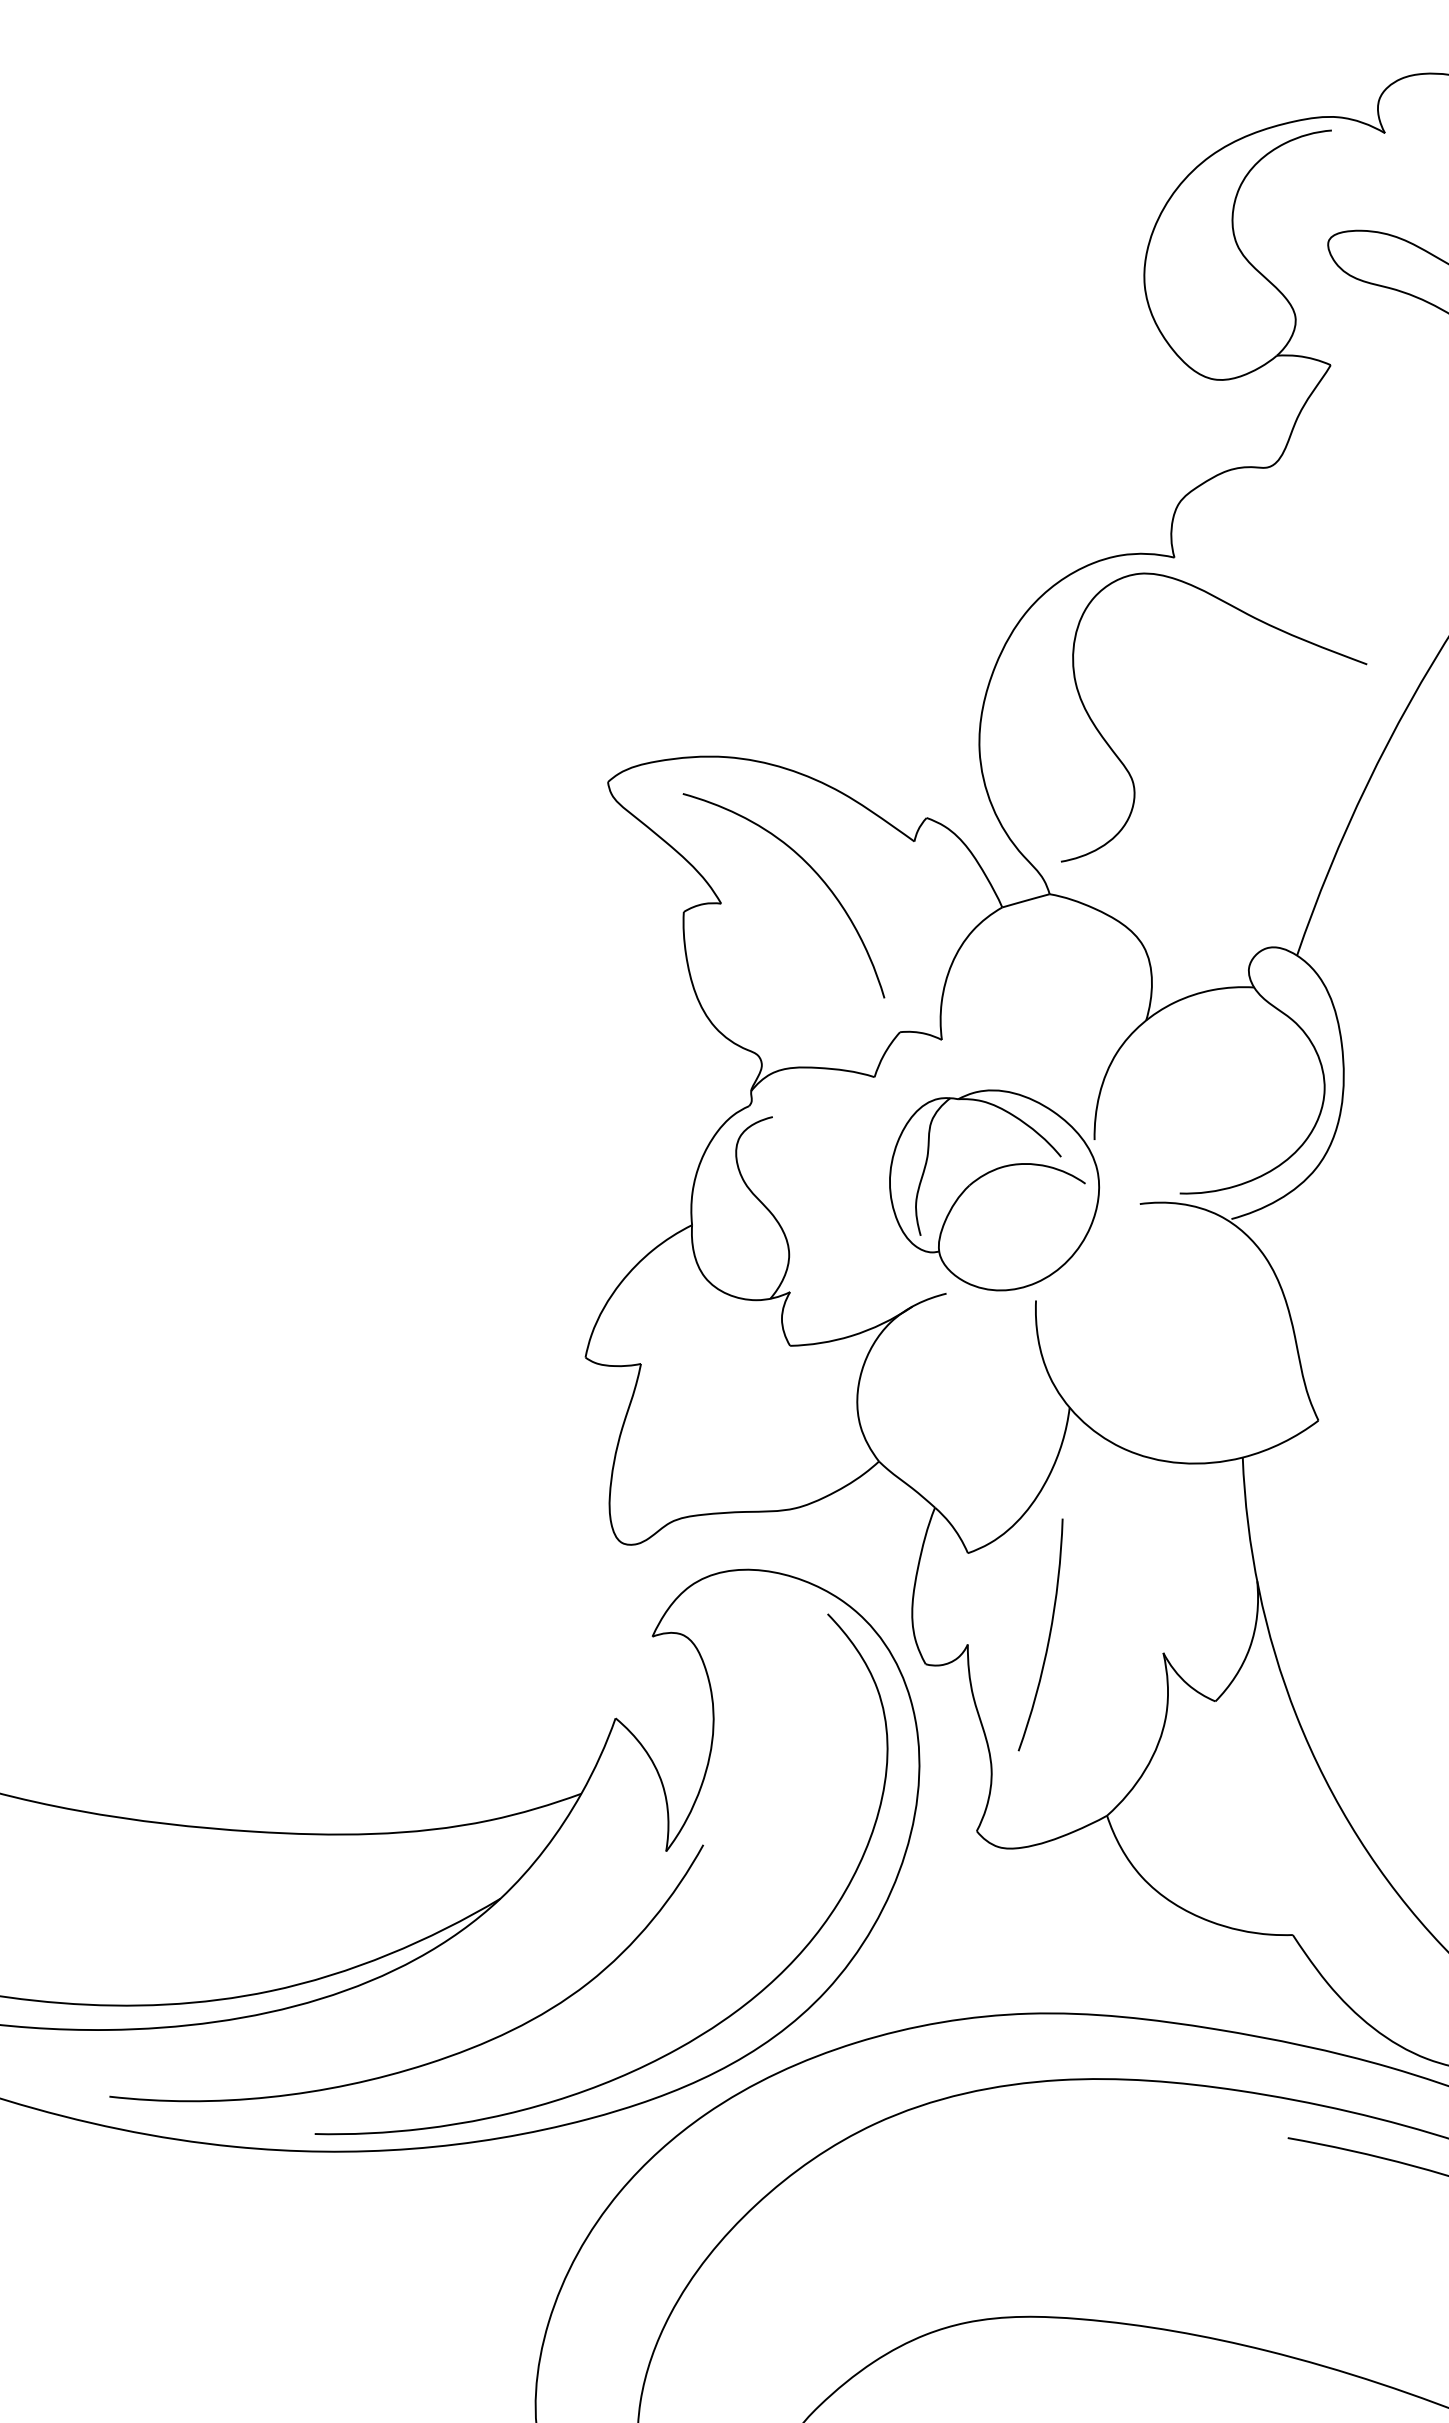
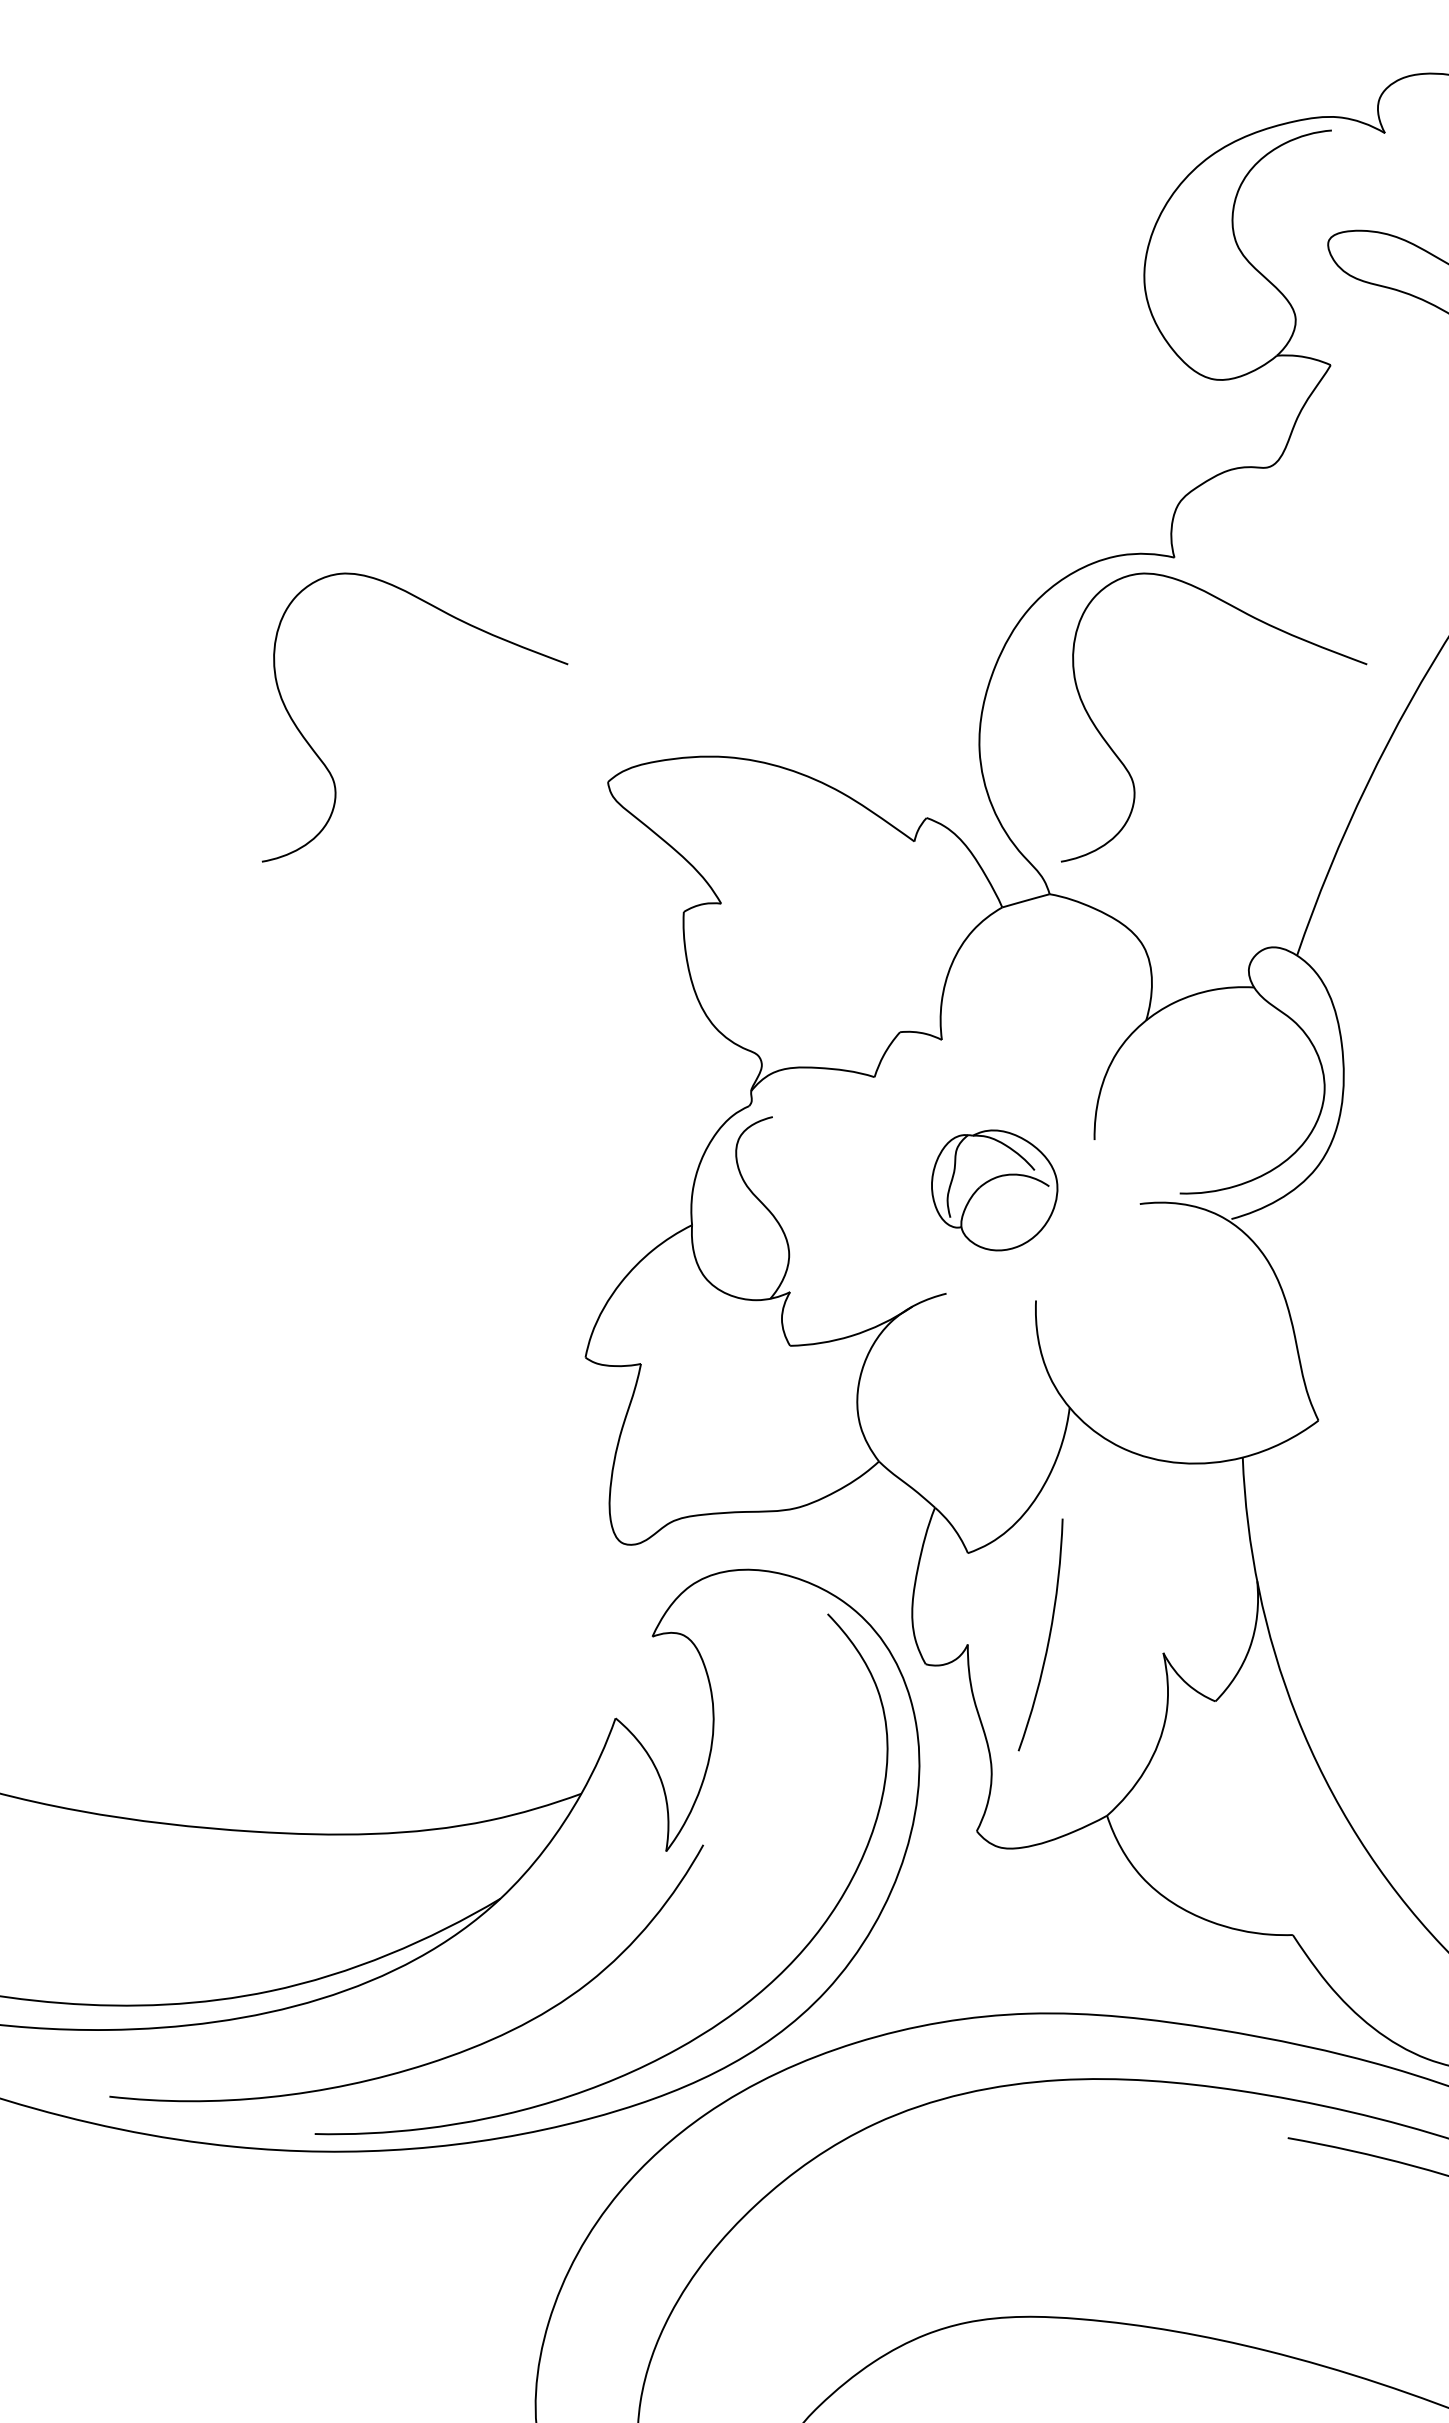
curve at (330, 771): none -> present
curve at (810, 868): present -> none
part at (994, 1190) size: 212x203 px -> 128x123 px
